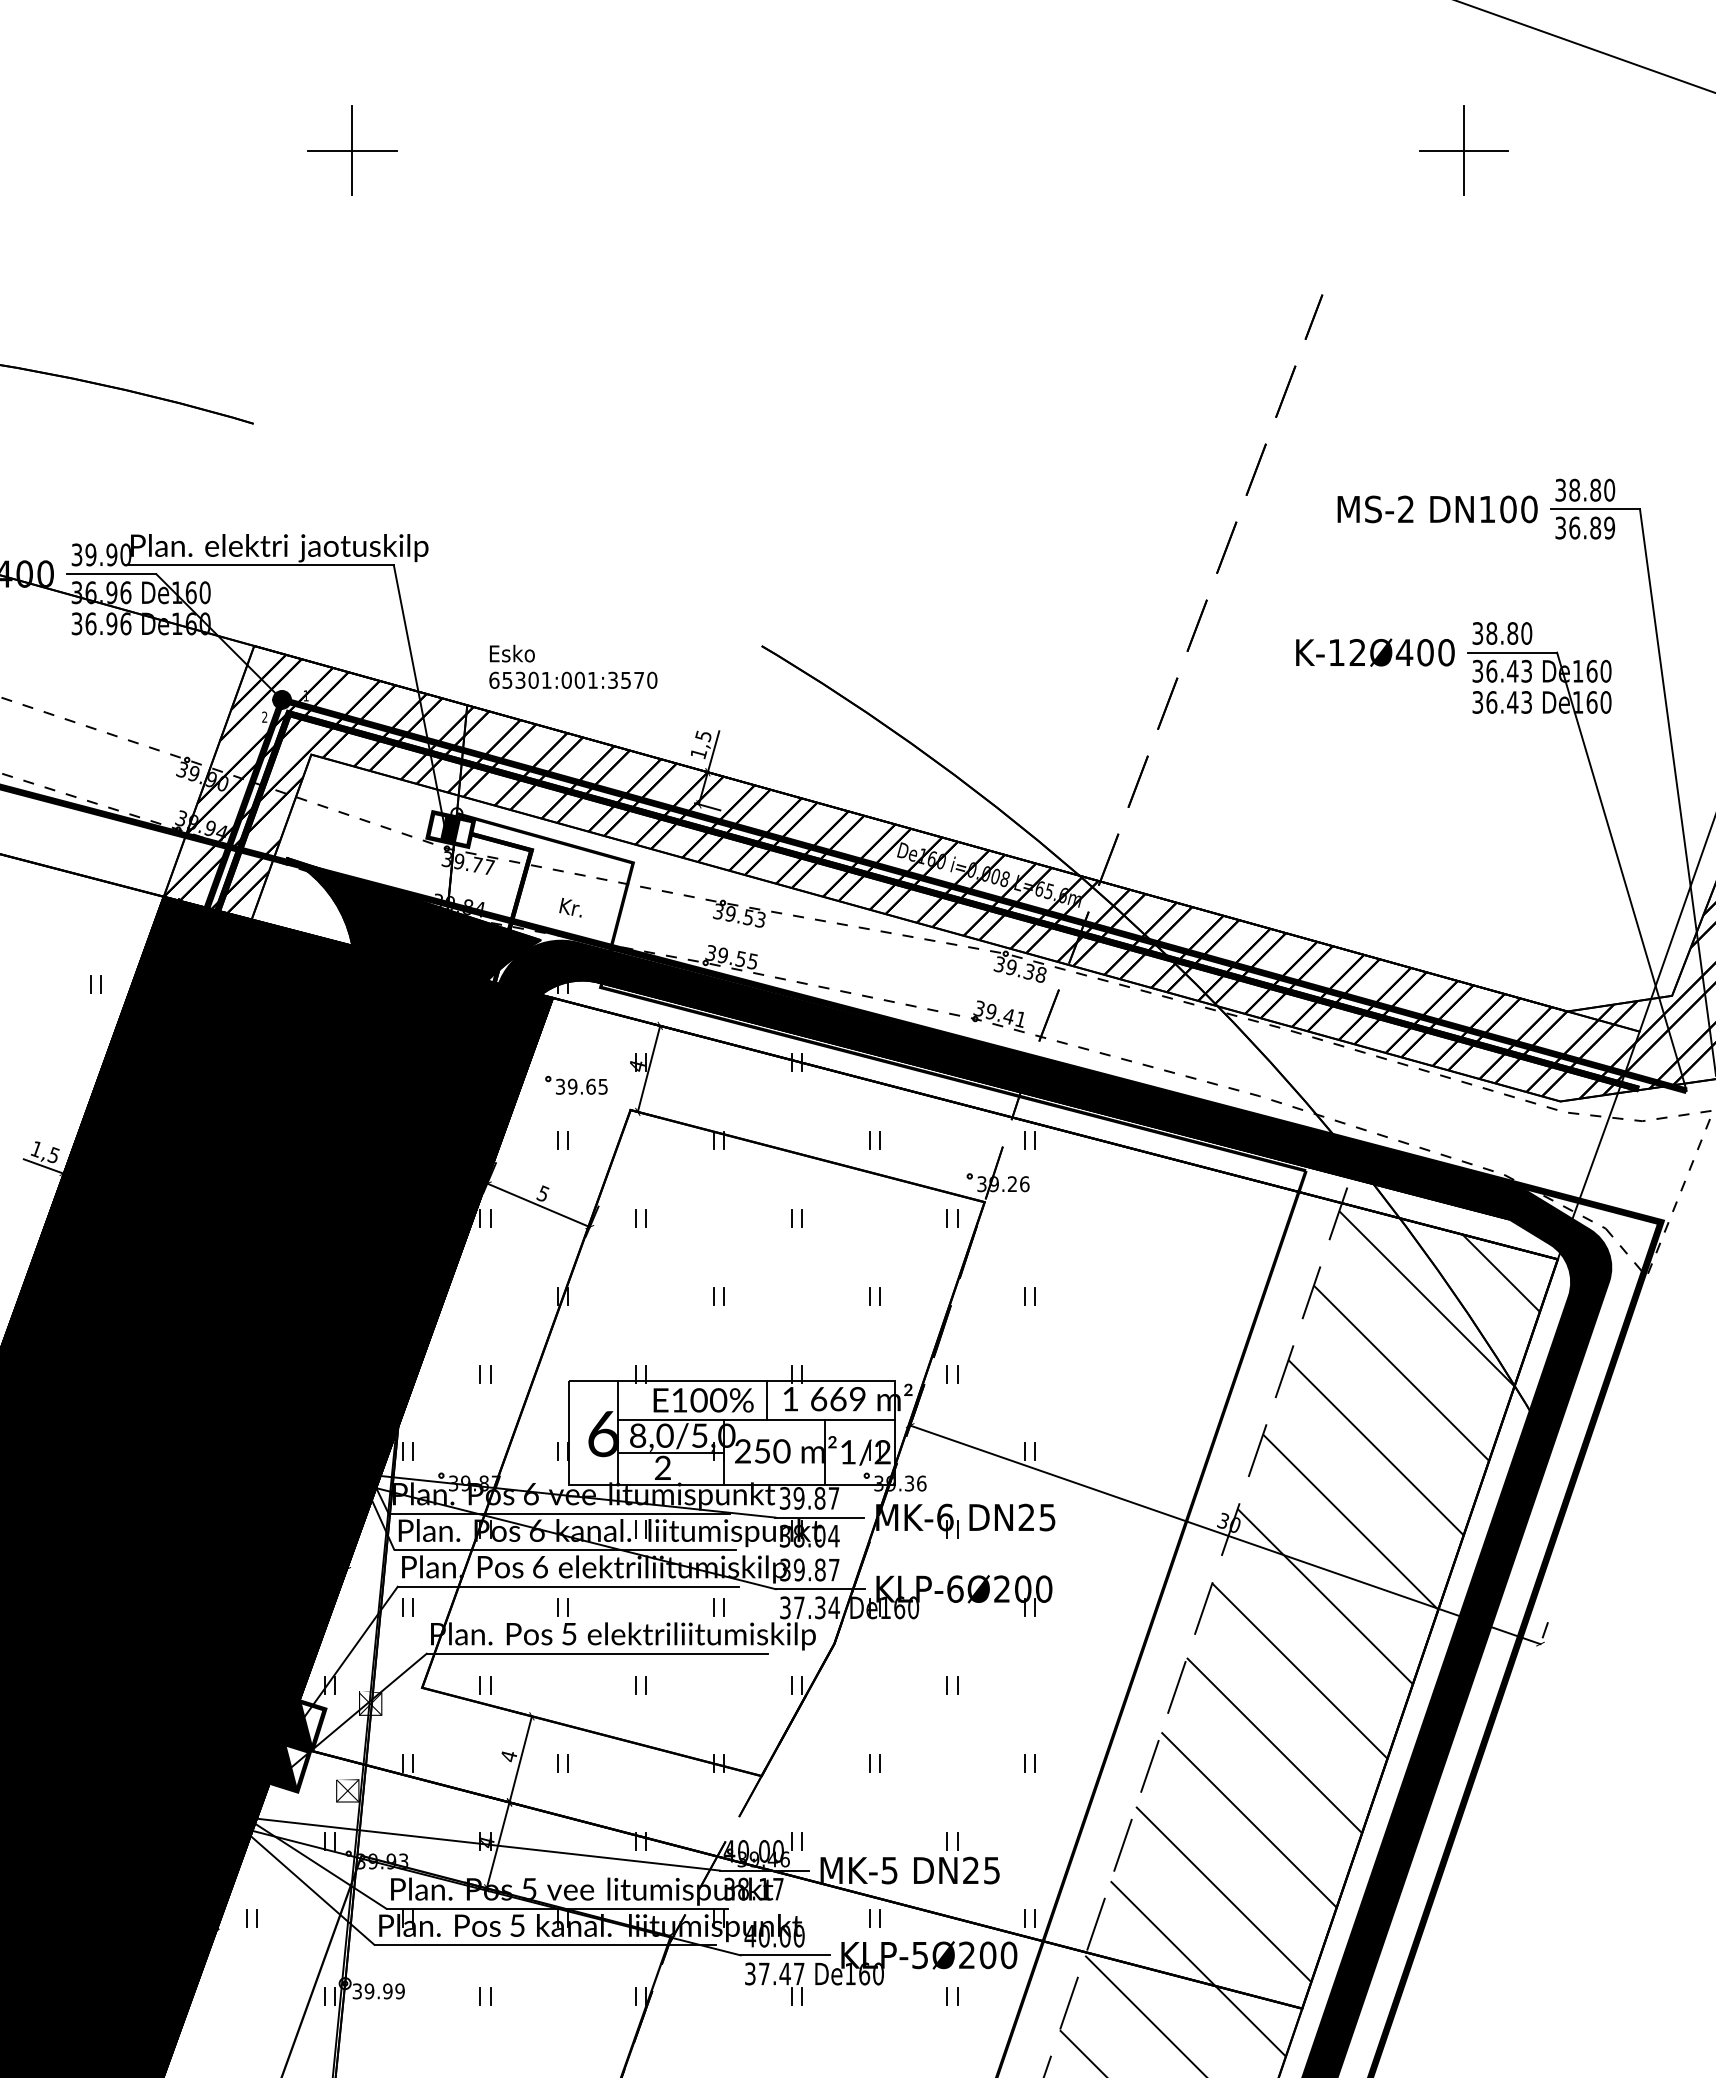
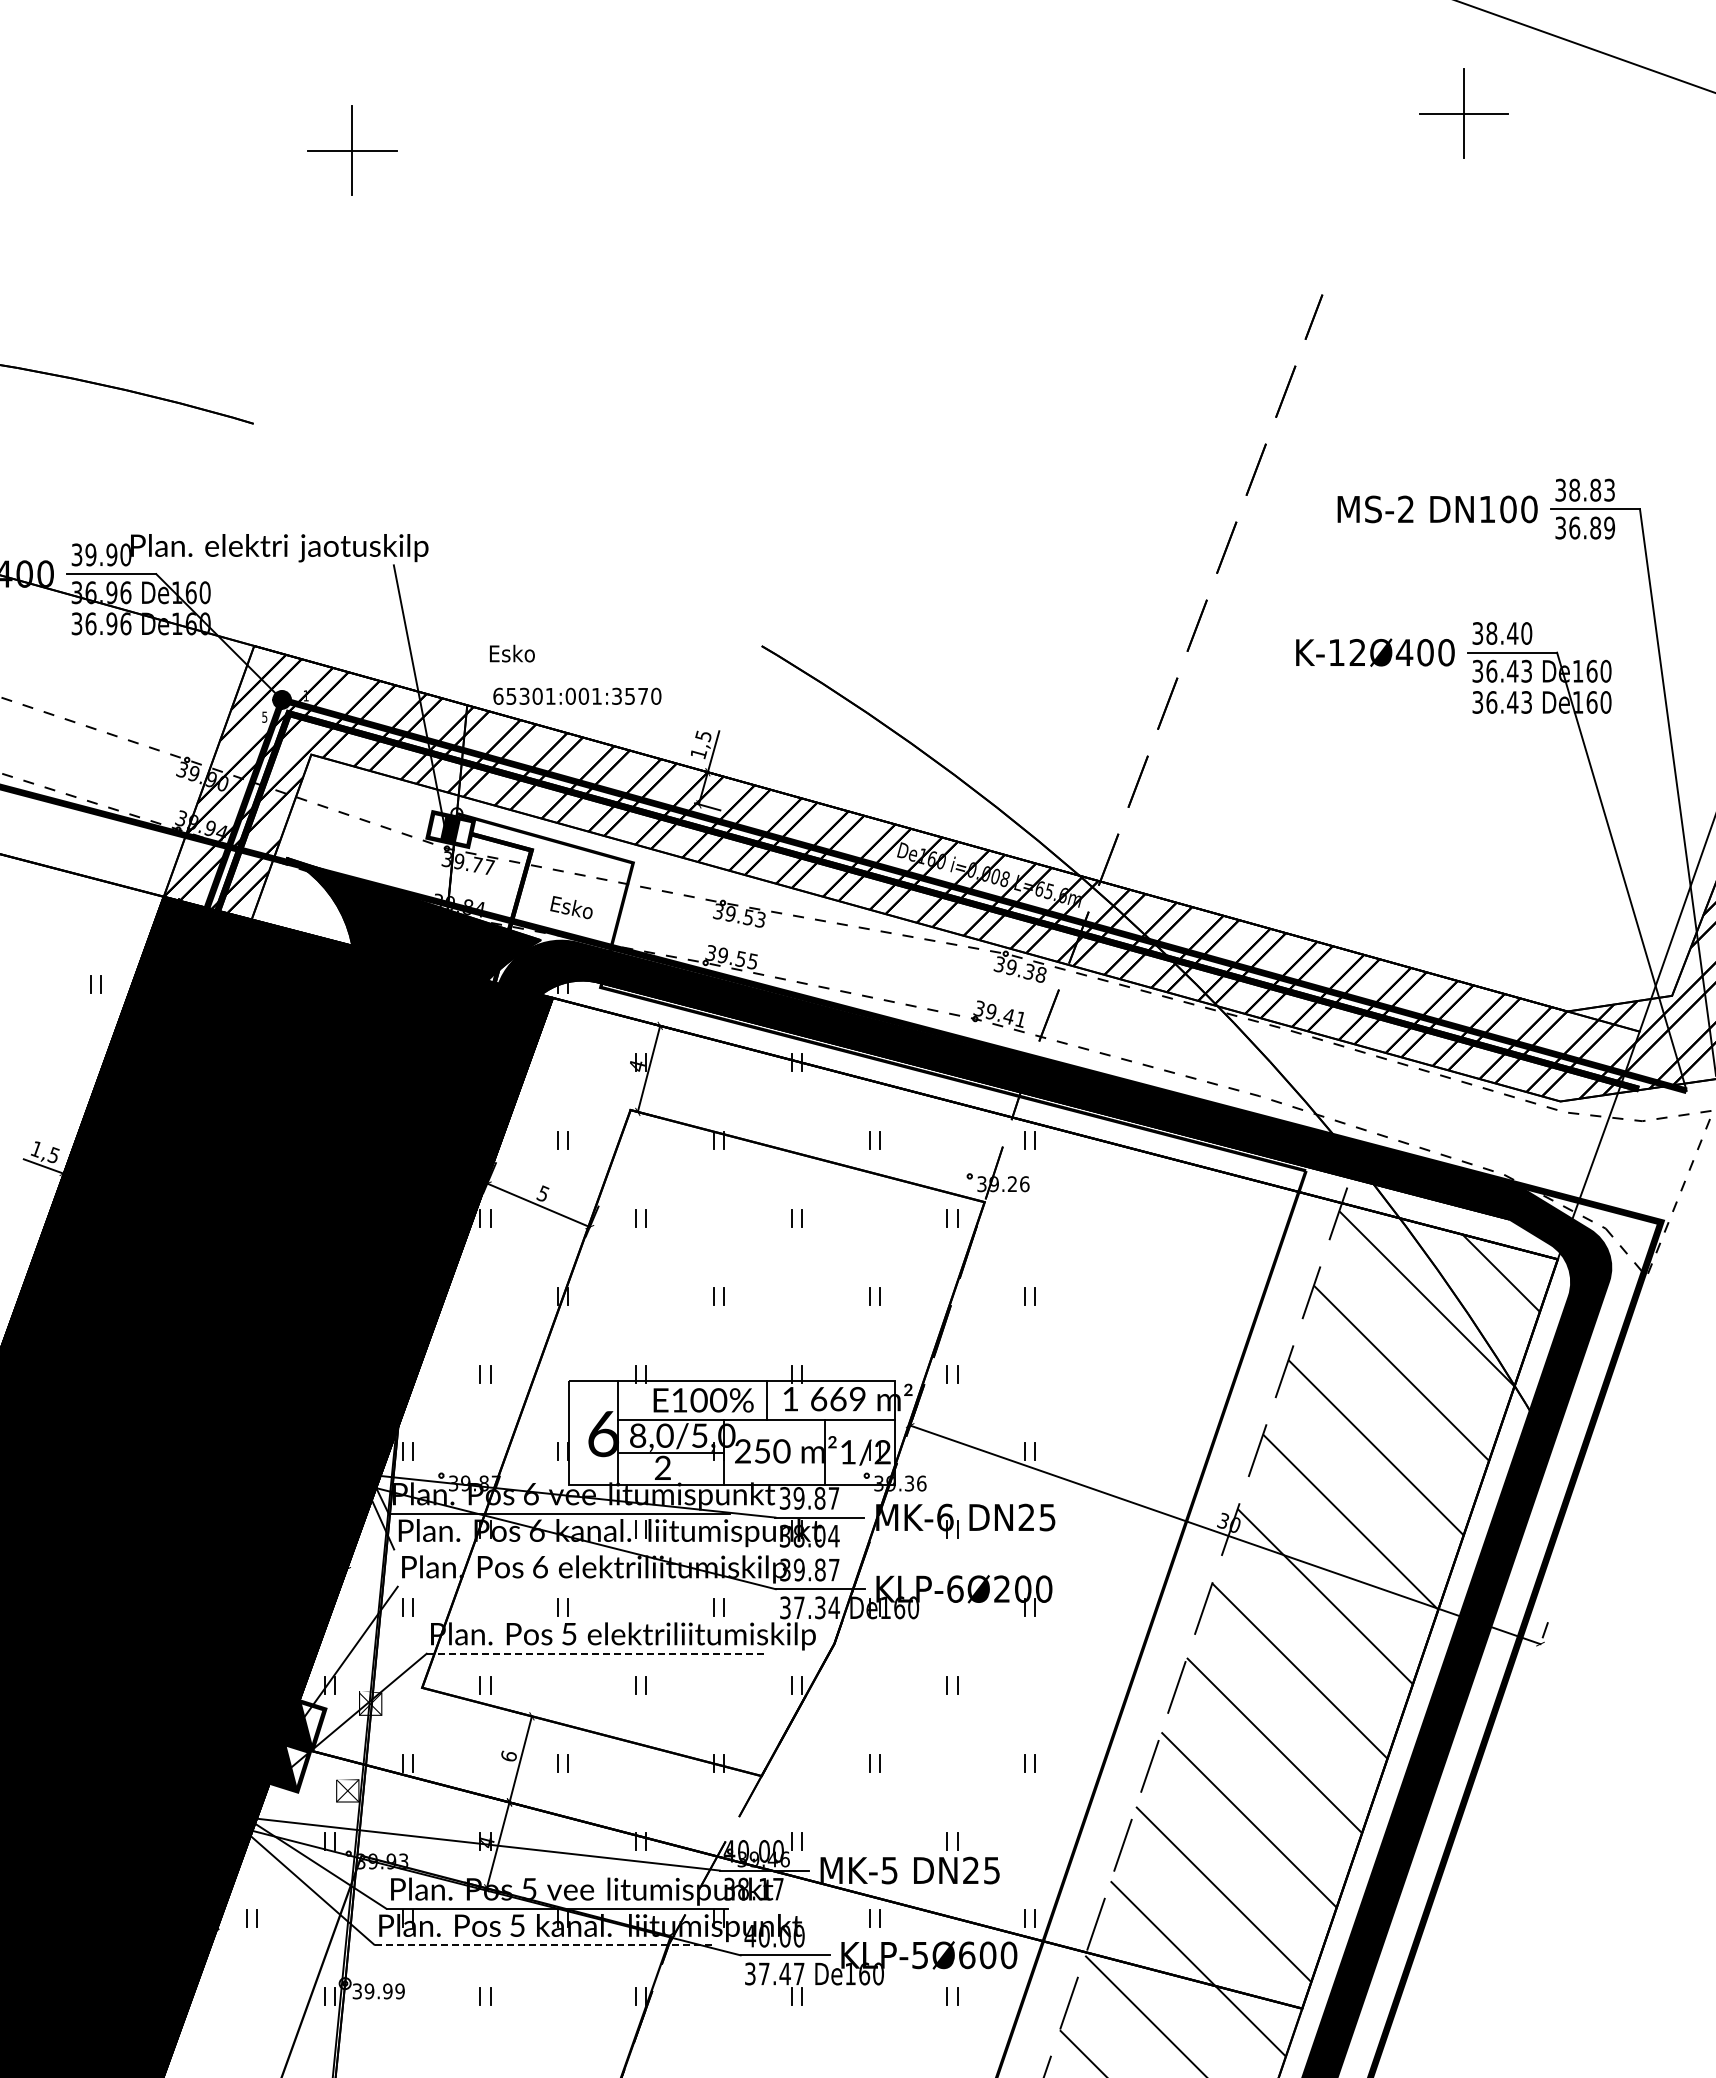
part at (1463, 150) position: (1463, 150) -> (1463, 113)
text at (1609, 489): 38.80 -> 38.83
line at (259, 565): present -> none
text at (1512, 633): 38.80 -> 38.40
text at (573, 679) position: (573, 679) -> (577, 695)
text at (264, 716): 2 -> 5
text at (571, 907): Kr. -> Esko
part at (576, 1084): present -> none
line at (564, 1550): present -> none
line at (567, 1586): present -> none
line at (597, 1653): solid -> dashed
text at (508, 1756): 4 -> 6
line at (545, 1945): solid -> dashed
text at (967, 1955): KLP-5Ø200 -> KLP-5Ø600
